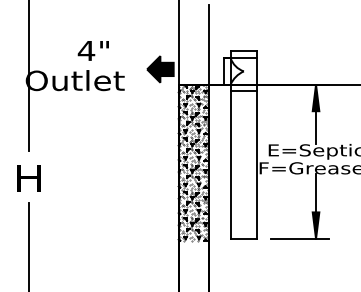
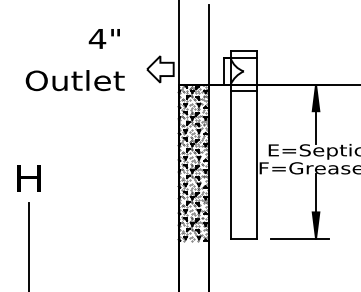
text at (92, 50) position: (92, 50) -> (103, 38)
fill at (160, 69): present -> none
line at (29, 76): present -> none
